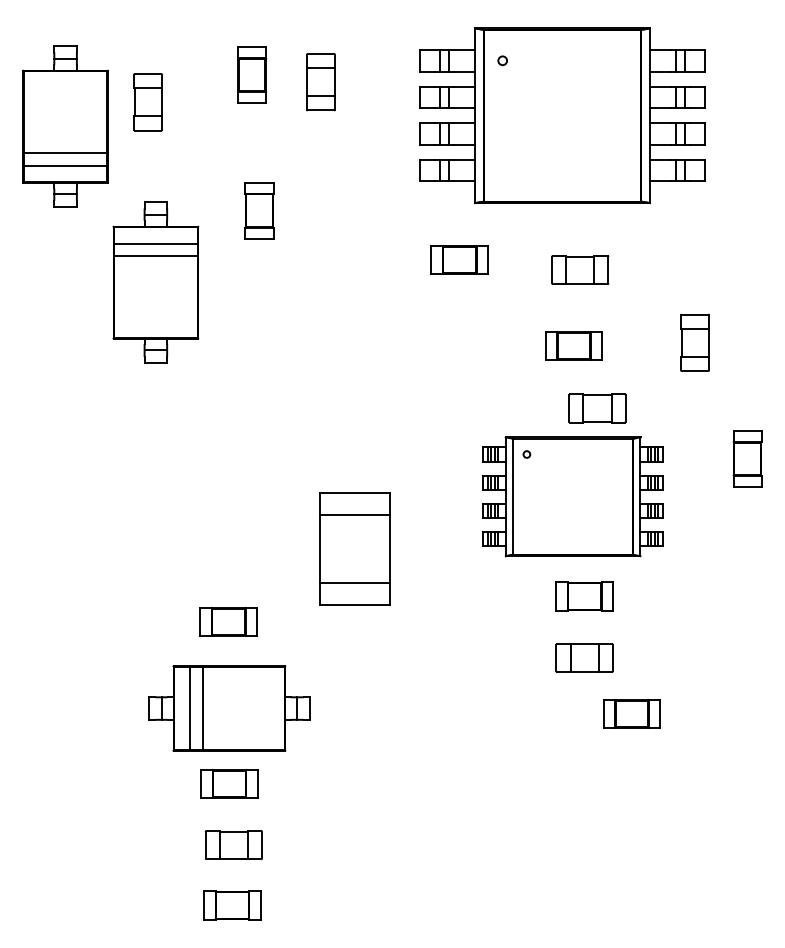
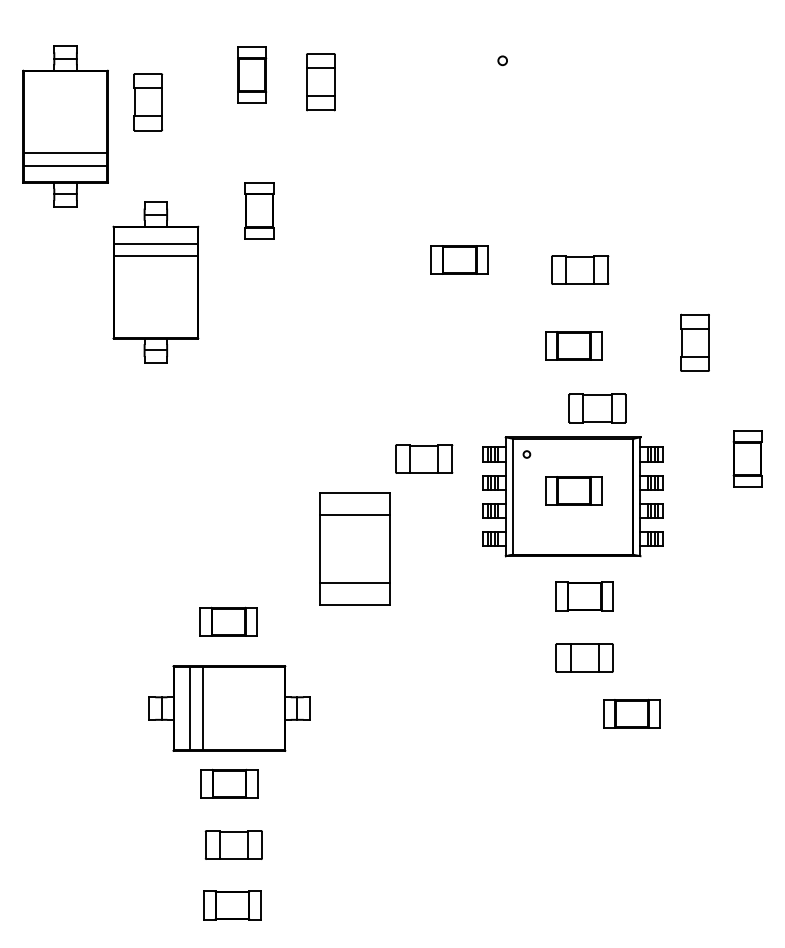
part at (562, 115): present -> none
part at (424, 458): none -> present
part at (573, 490): none -> present
